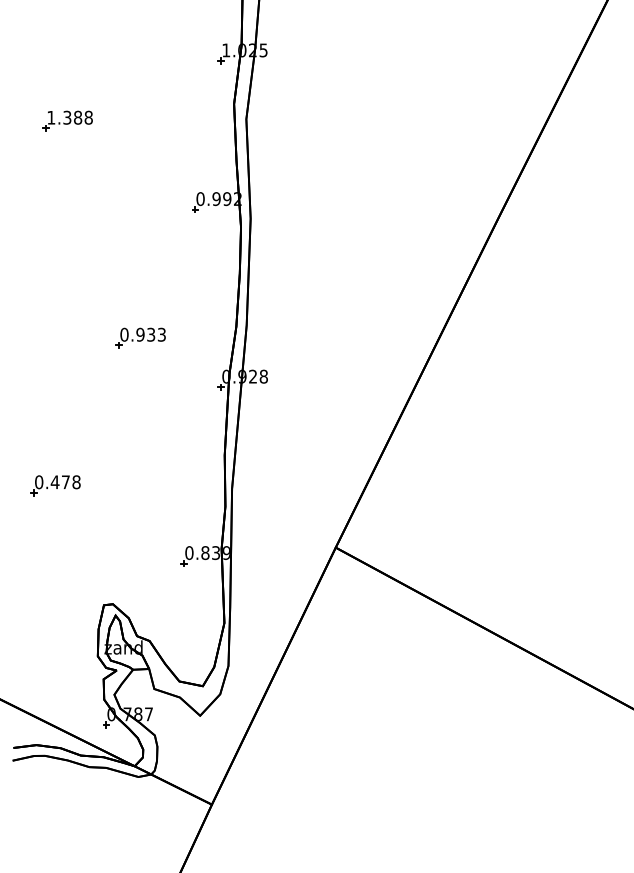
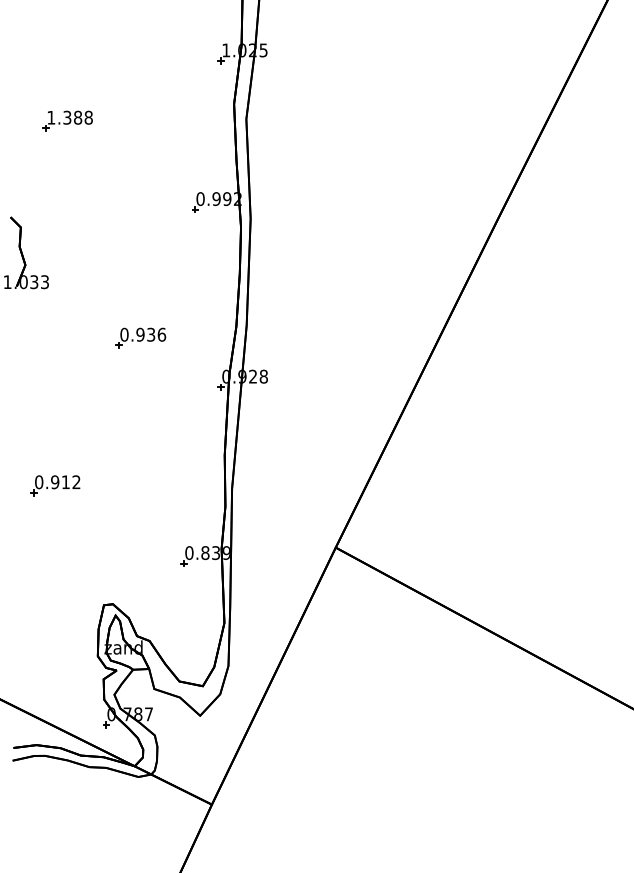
part at (26, 252): none -> present
text at (161, 334): 0.933 -> 0.936
text at (65, 482): 0.478 -> 0.912
